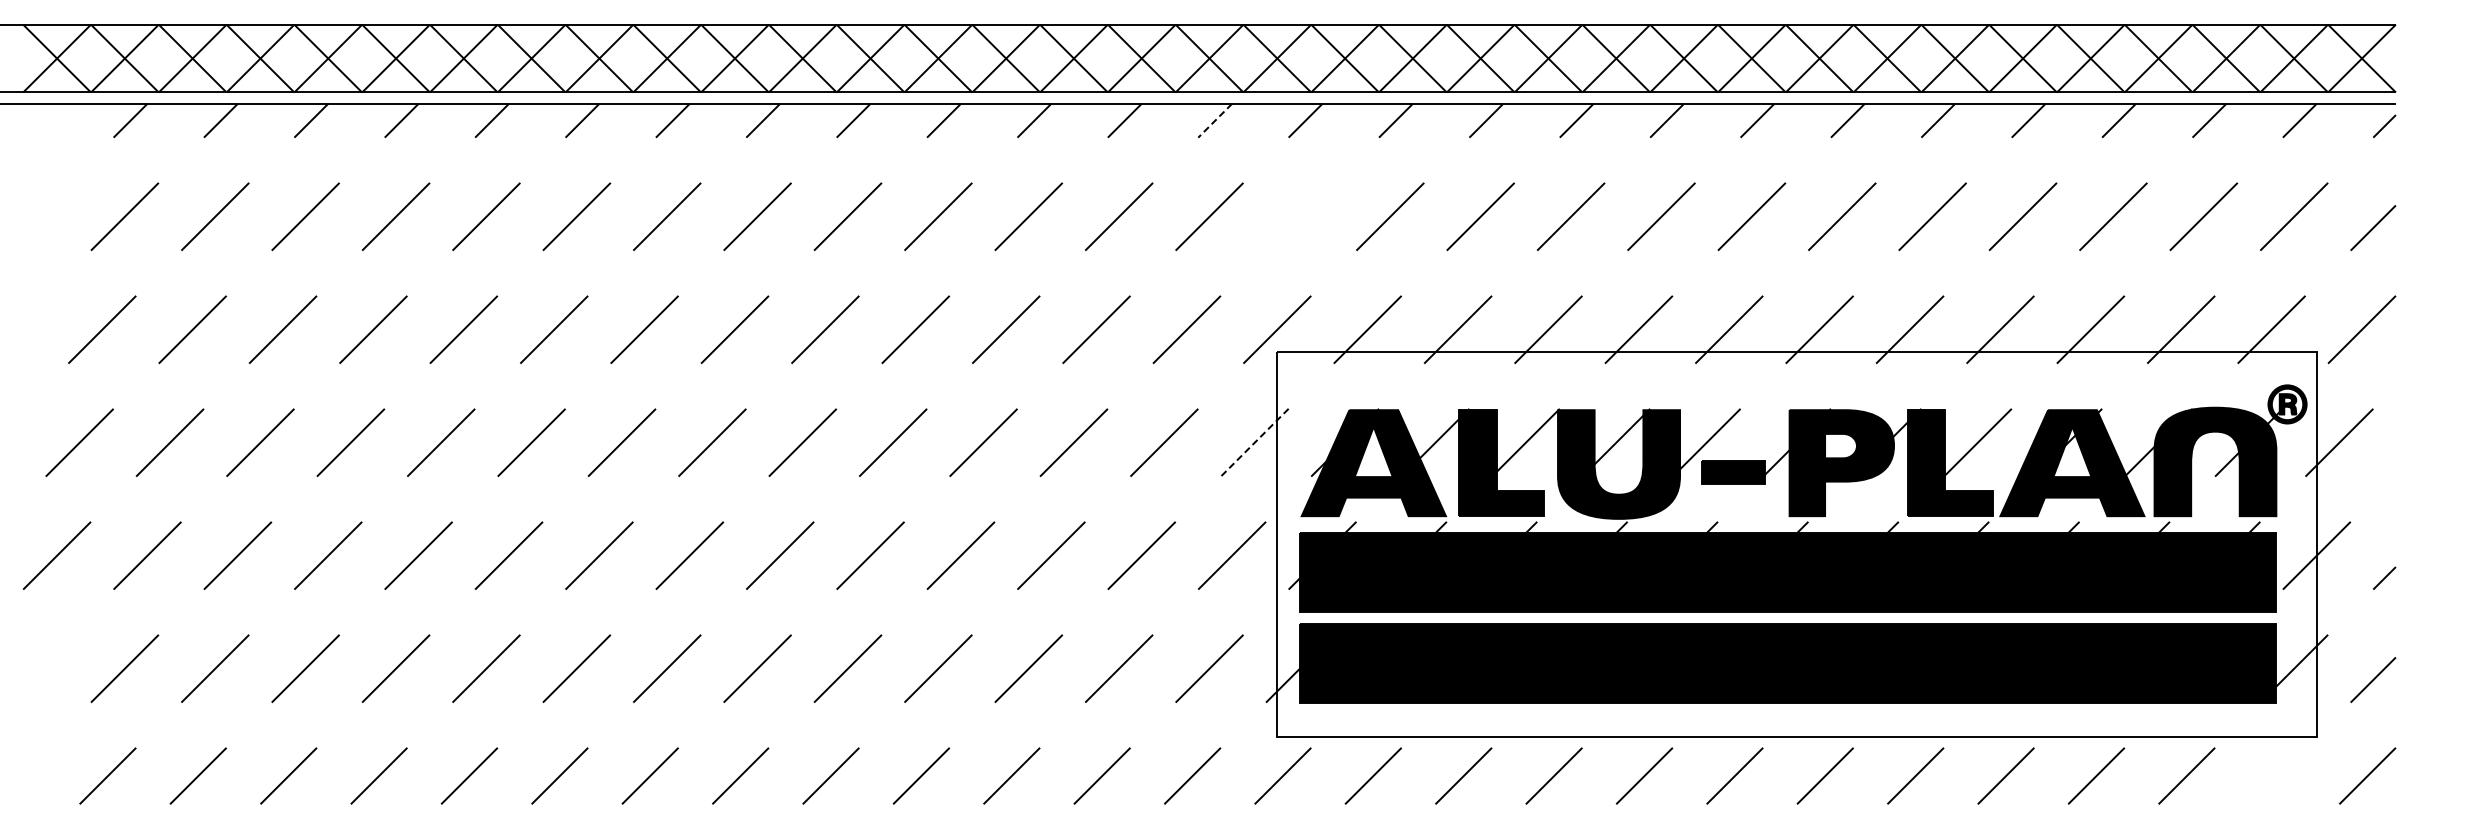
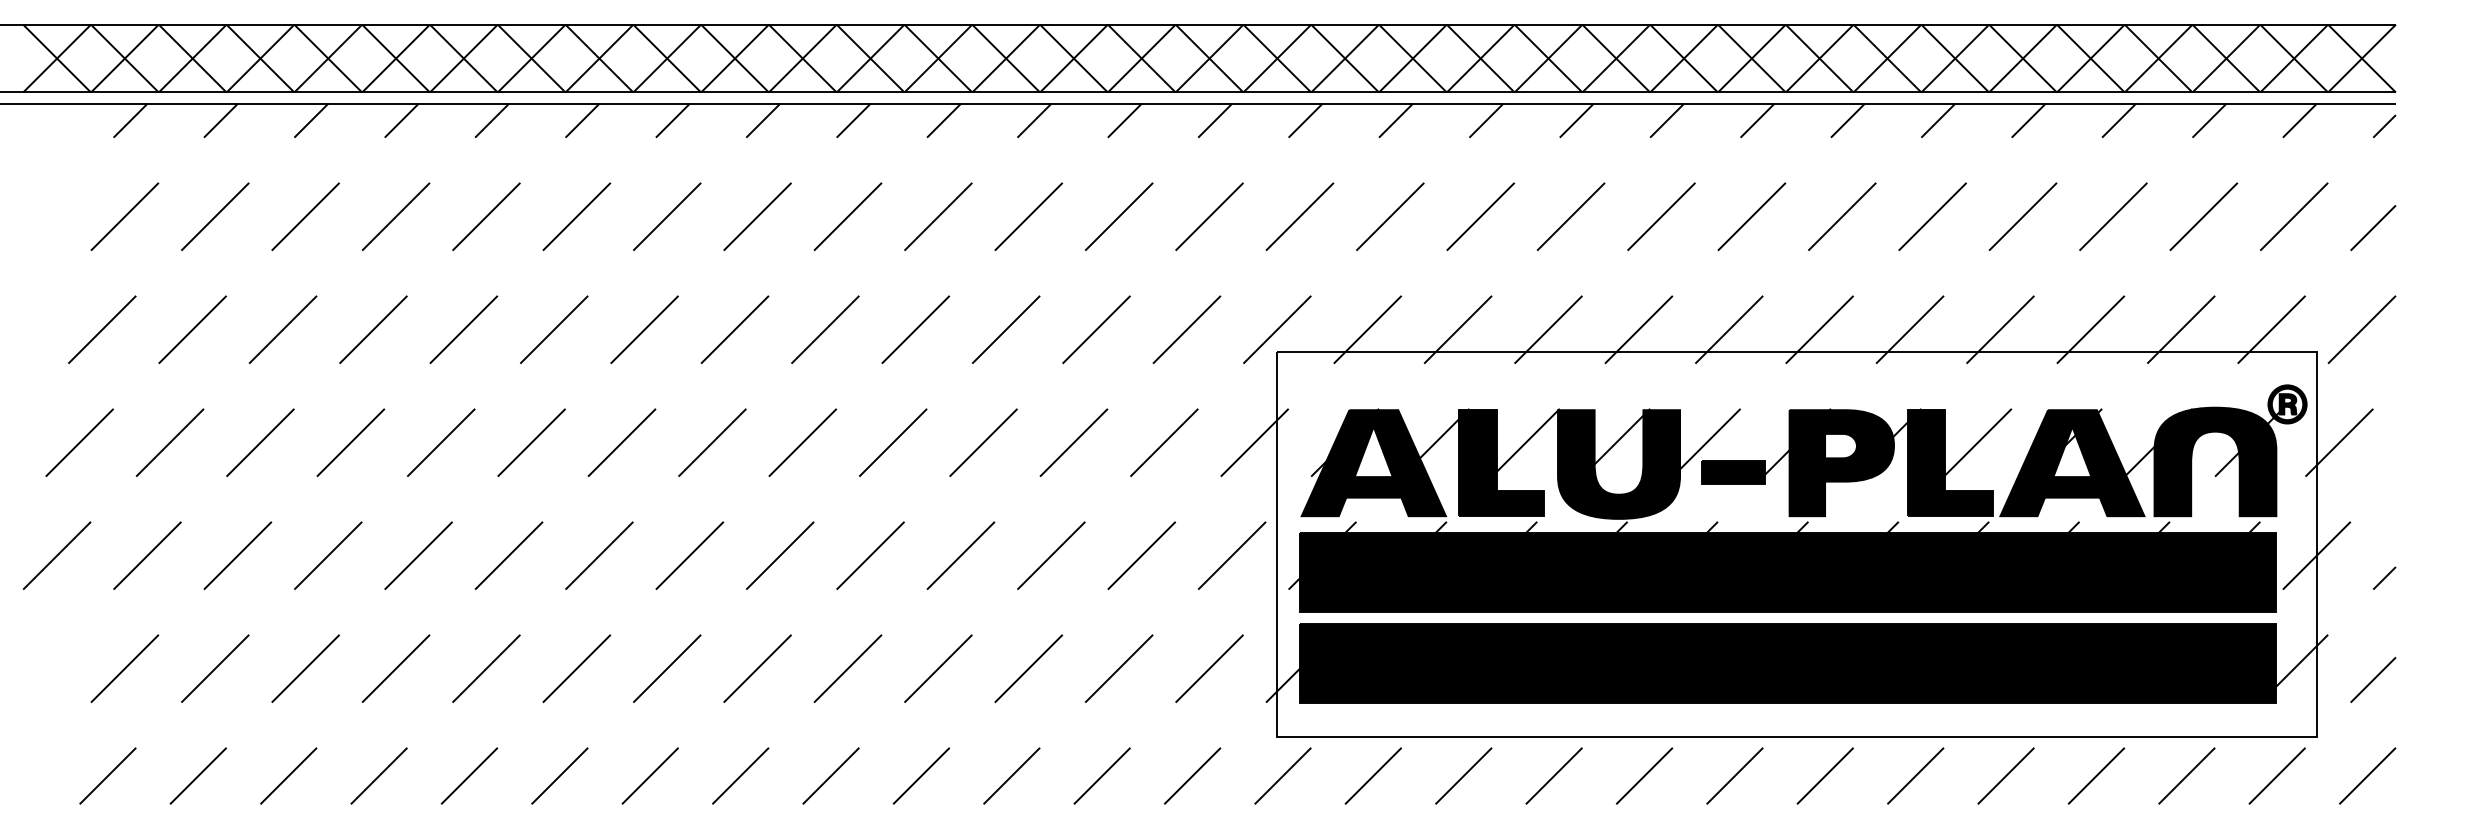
line at (1215, 120): dashed -> solid
line at (1299, 216): none -> present
line at (1254, 442): dashed -> solid
line at (2276, 775): none -> present
